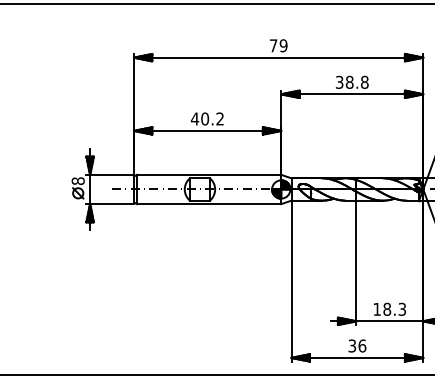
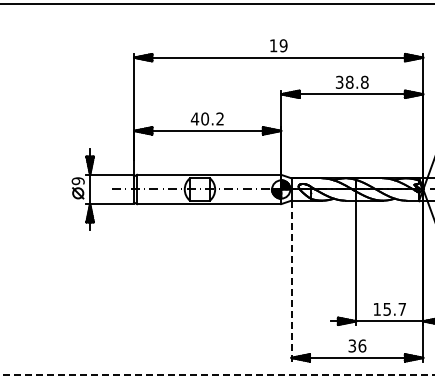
text at (273, 45): 79 -> 19
text at (78, 181): 8 -> 9
line at (291, 281): solid -> dashed
text at (394, 308): 18.3 -> 15.7
line at (218, 374): solid -> dashed
